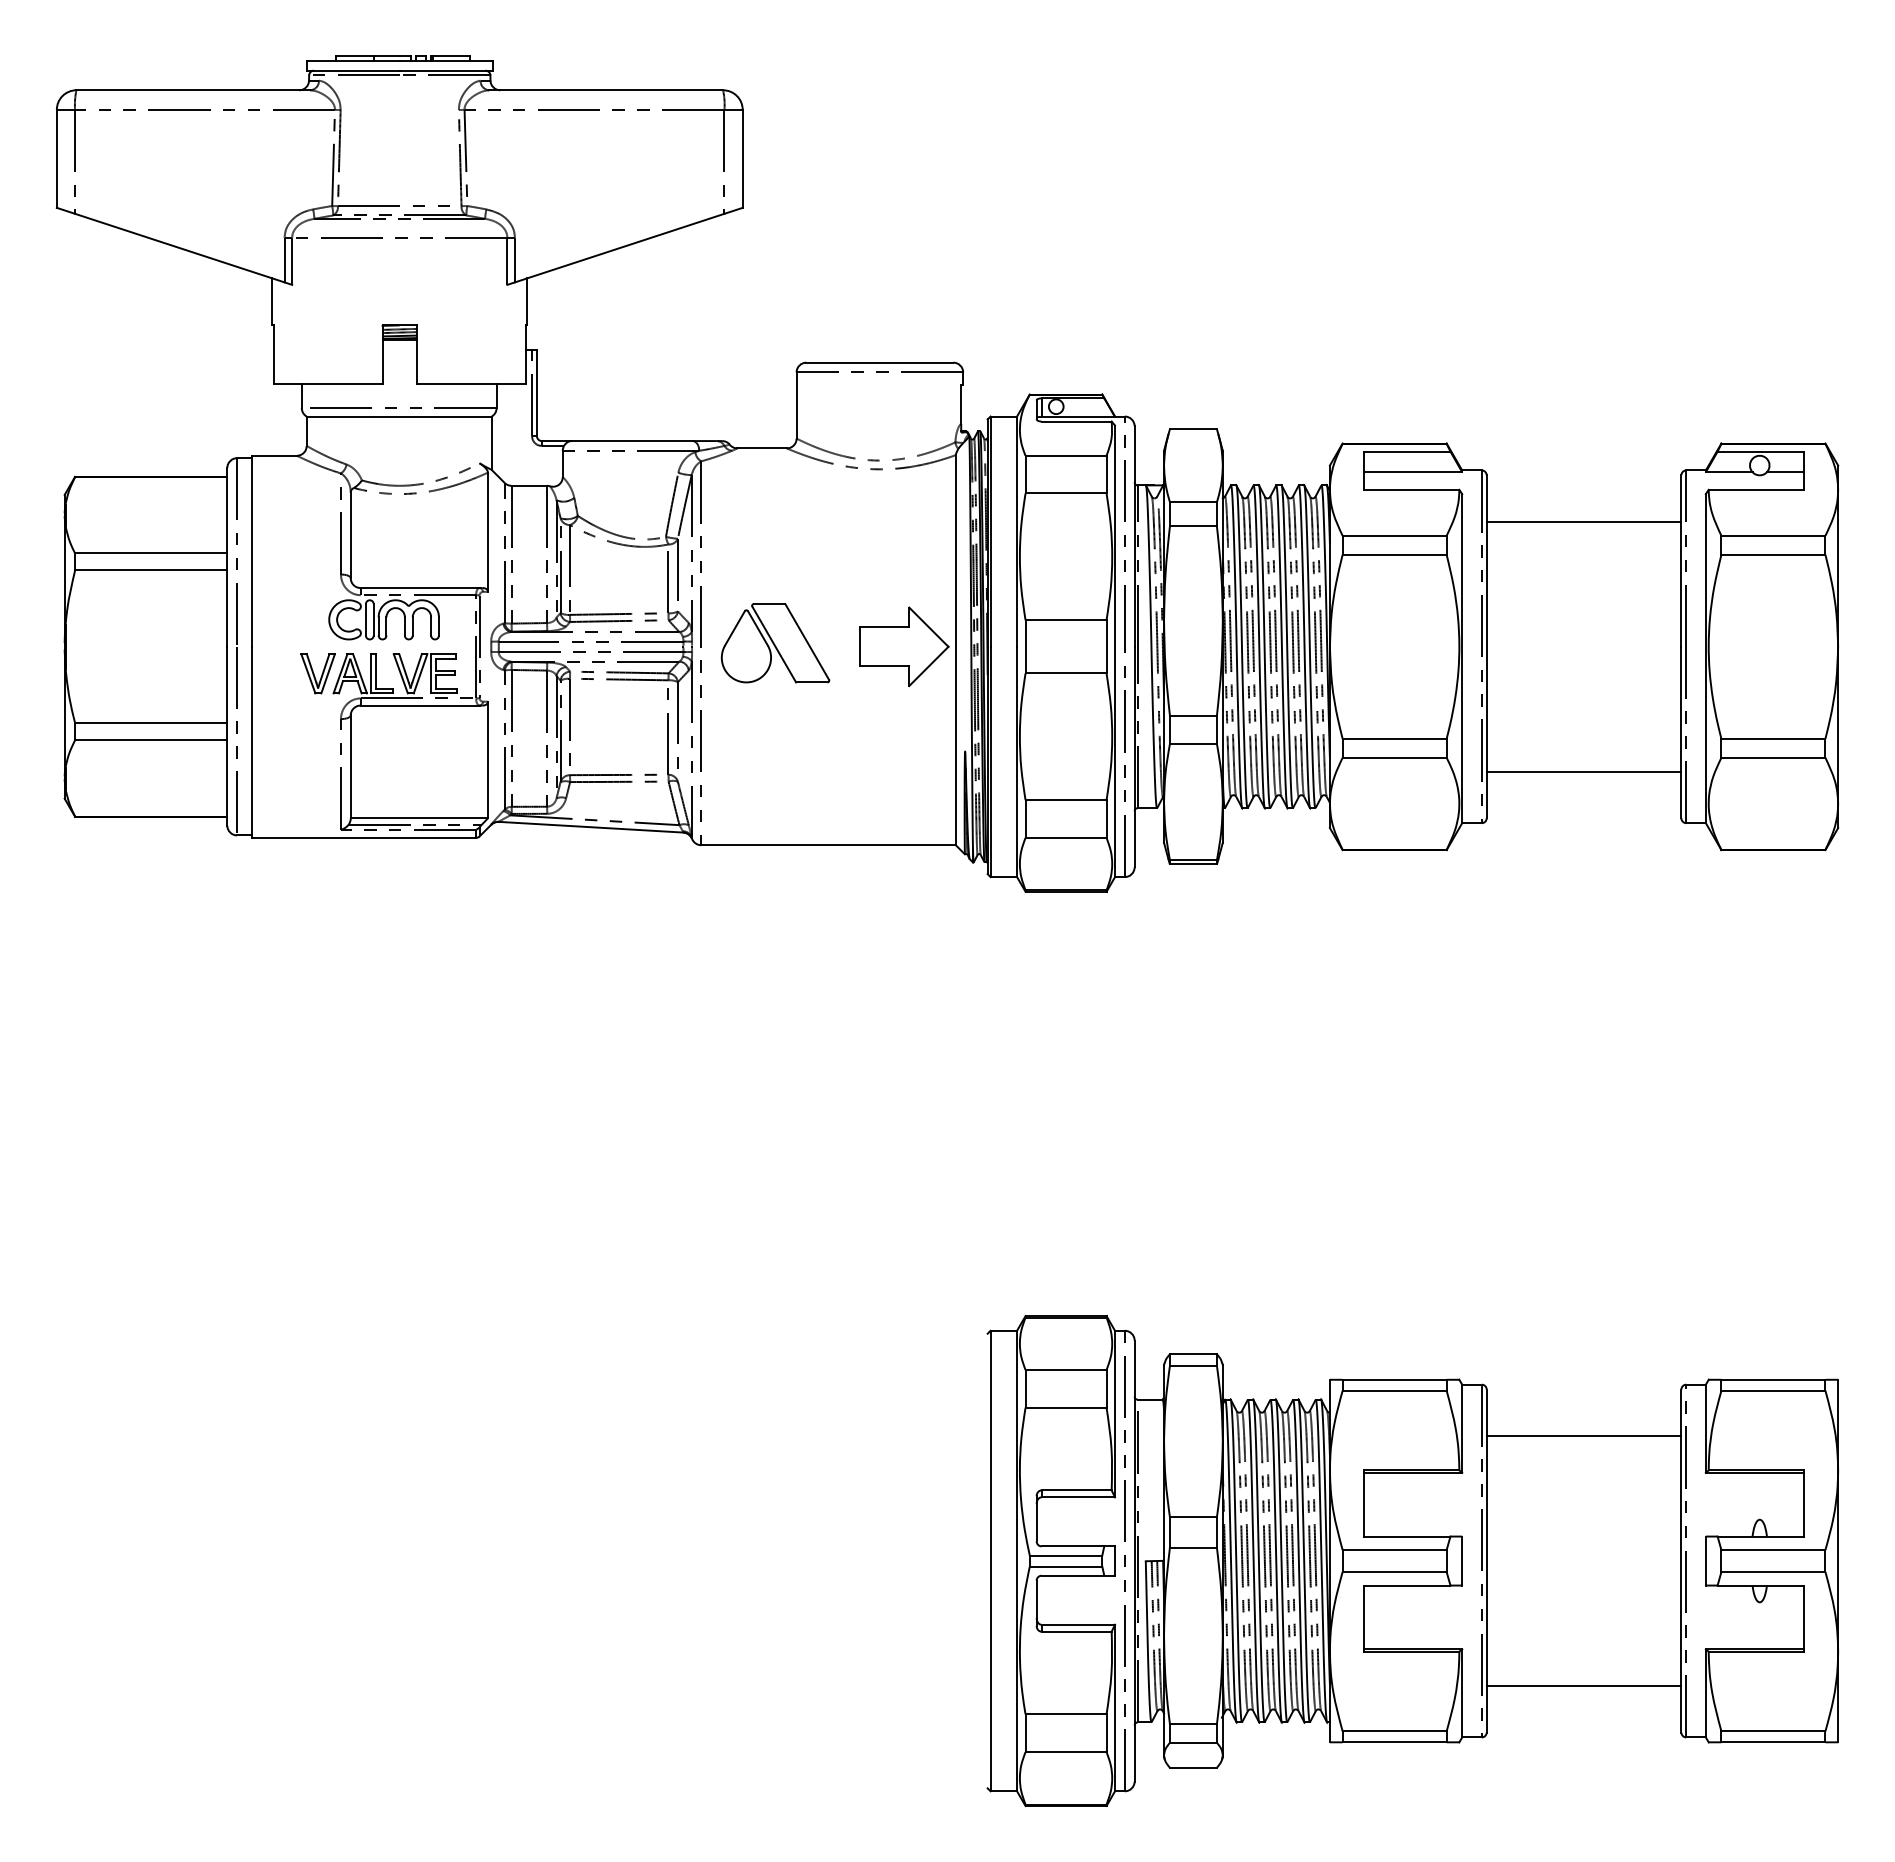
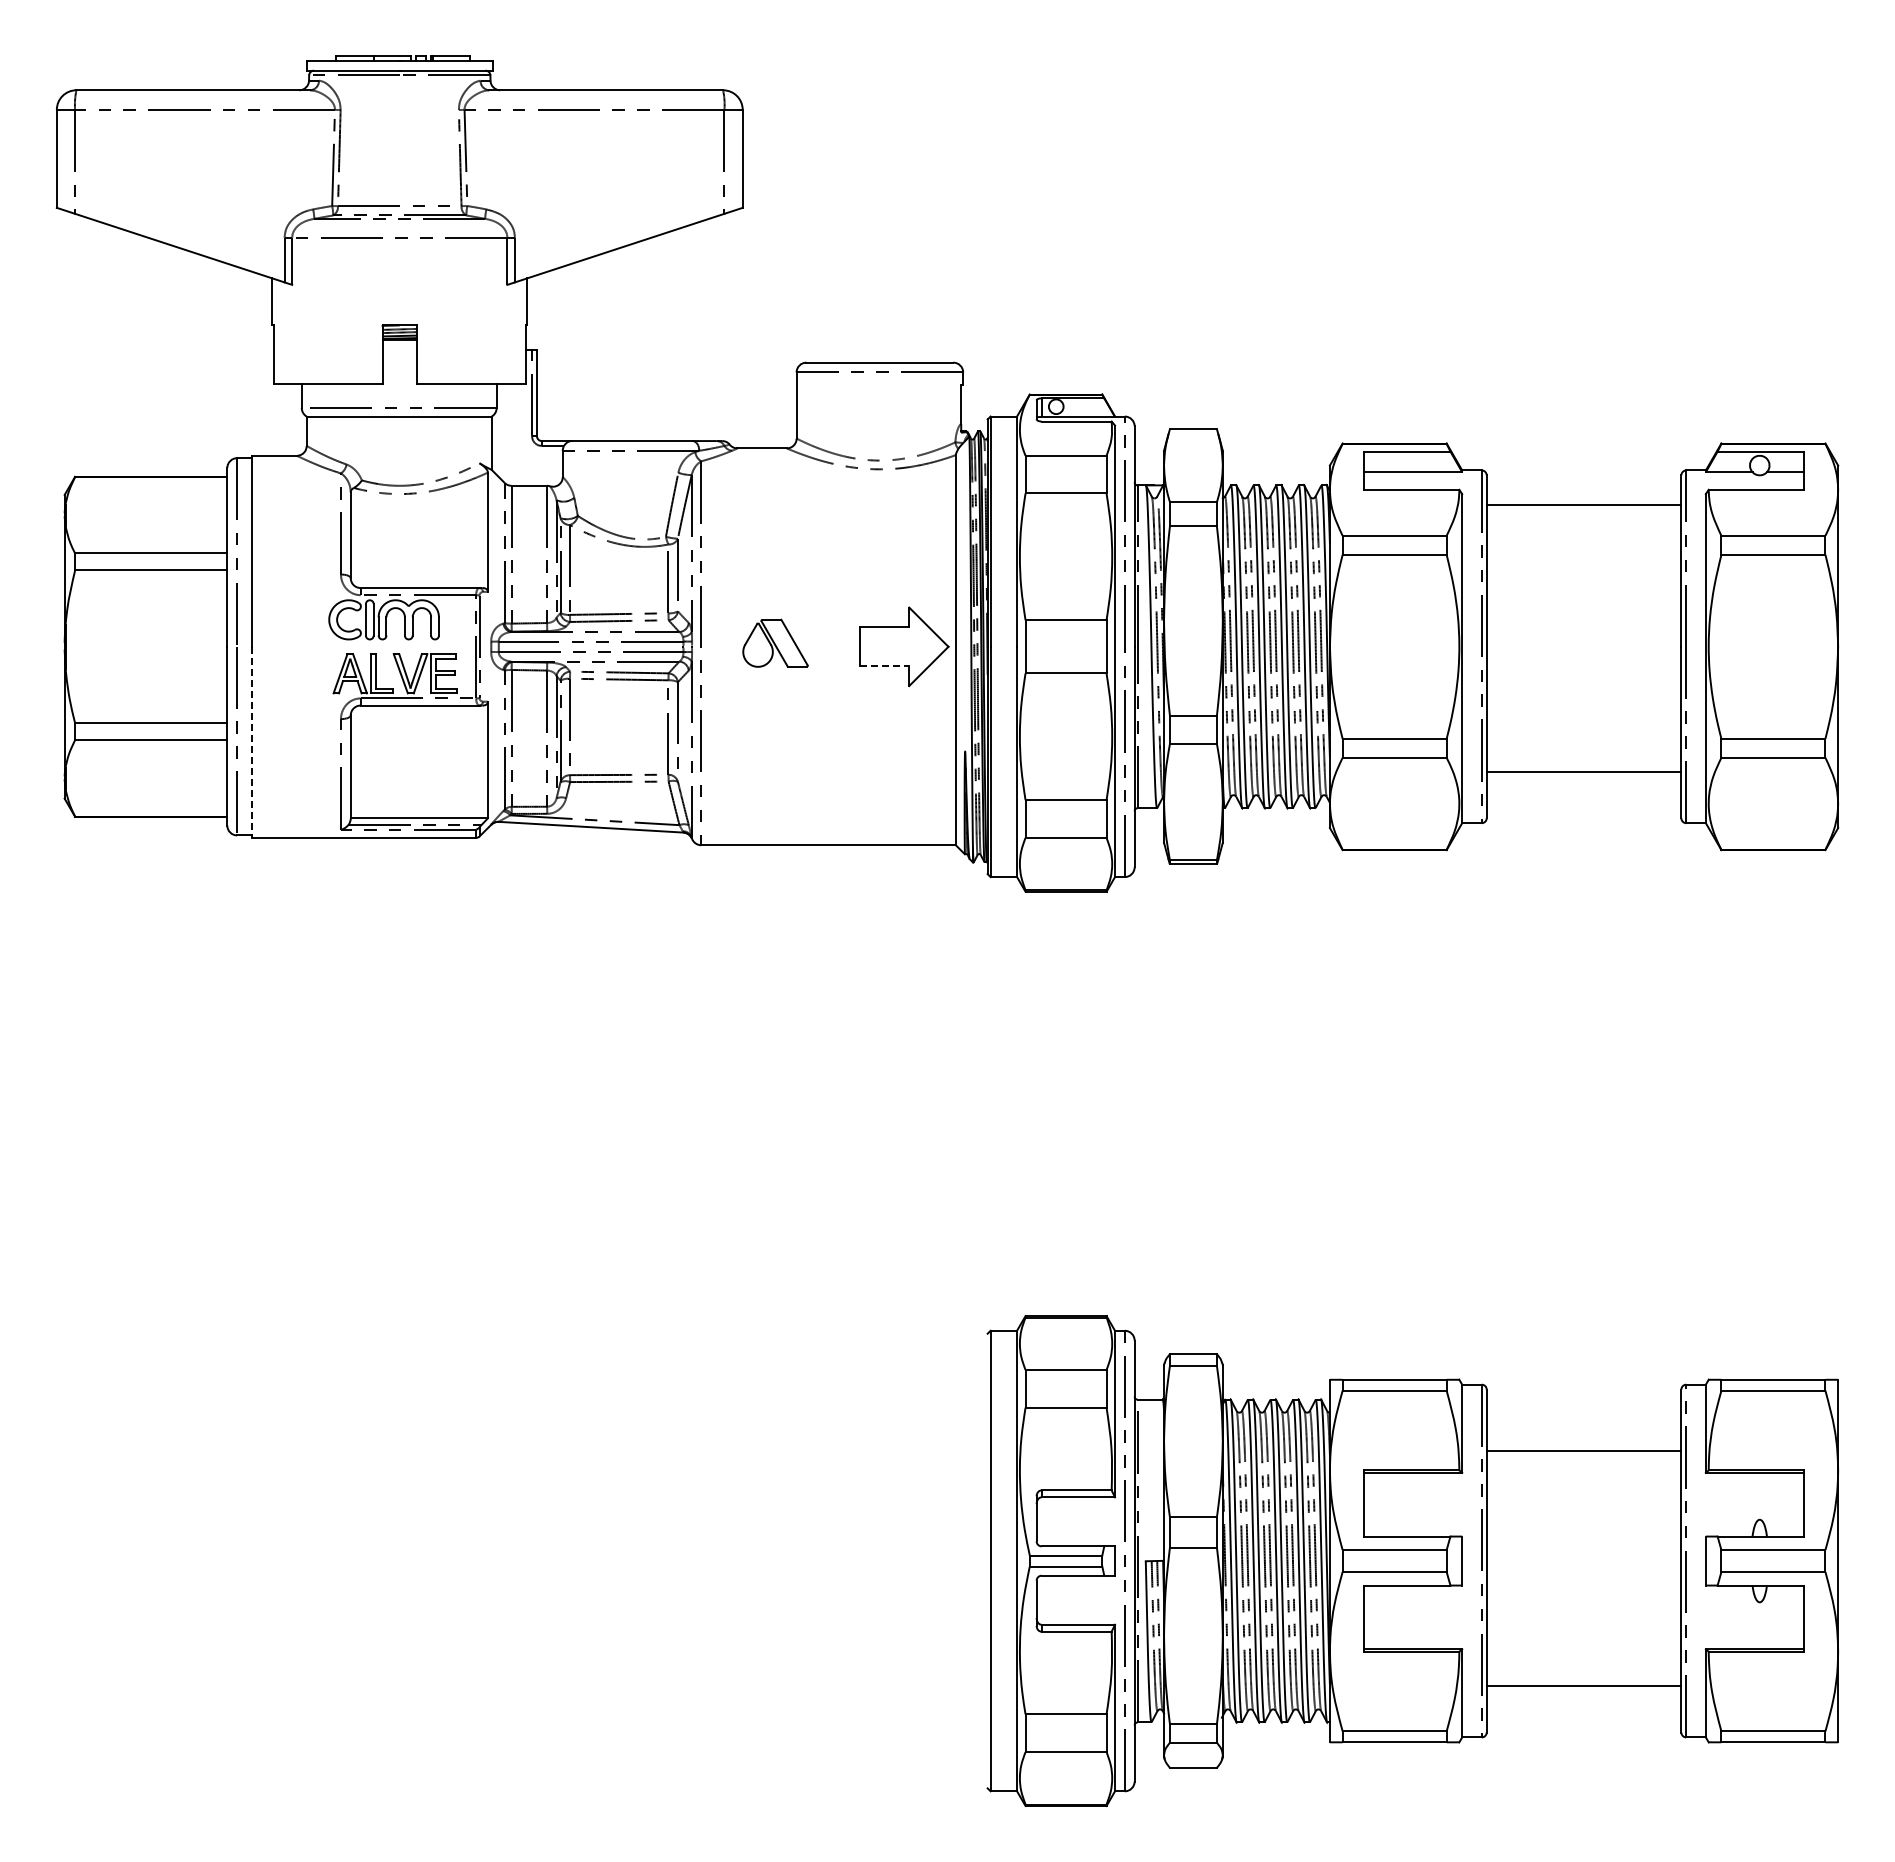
line at (1583, 521) position: (1583, 521) -> (1583, 504)
part at (775, 643) size: 111x81 px -> 67x50 px
line at (885, 666): solid -> dashed
part at (317, 673): present -> none
line at (251, 742): solid -> dashed
line at (1583, 1436) position: (1583, 1436) -> (1583, 1451)
